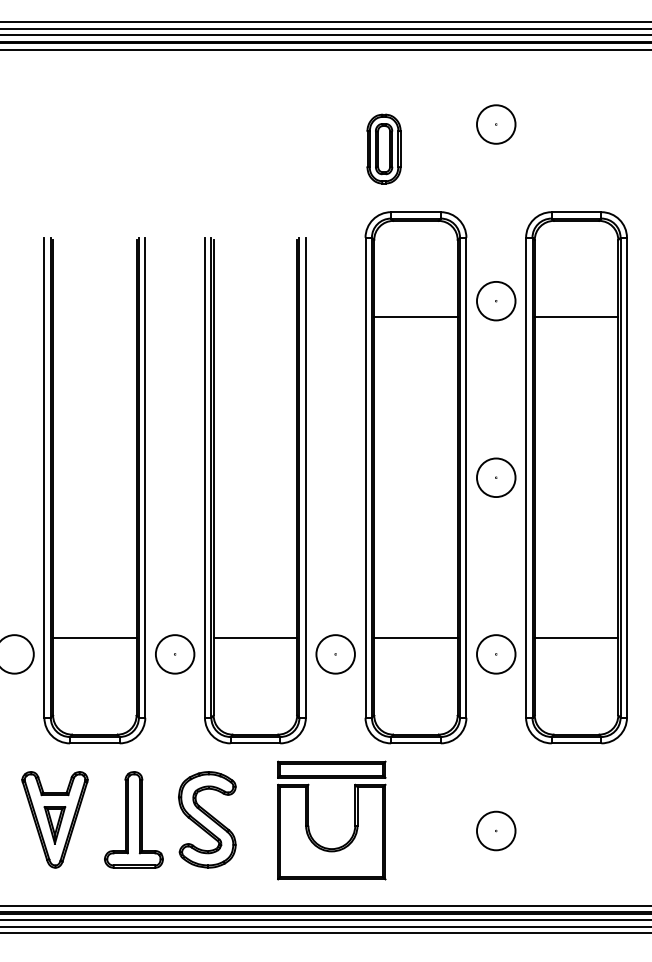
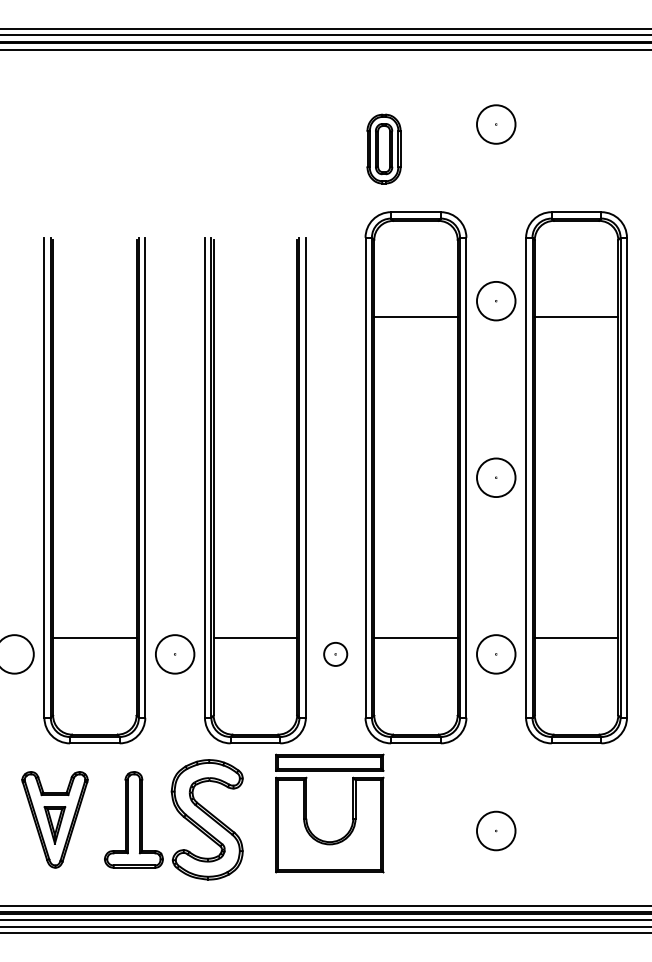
line at (325, 22): present -> none
circle at (335, 654) diameter: 39 px -> 23 px
part at (207, 819) size: 59x98 px -> 74x122 px
part at (309, 825) position: (309, 825) -> (307, 818)
